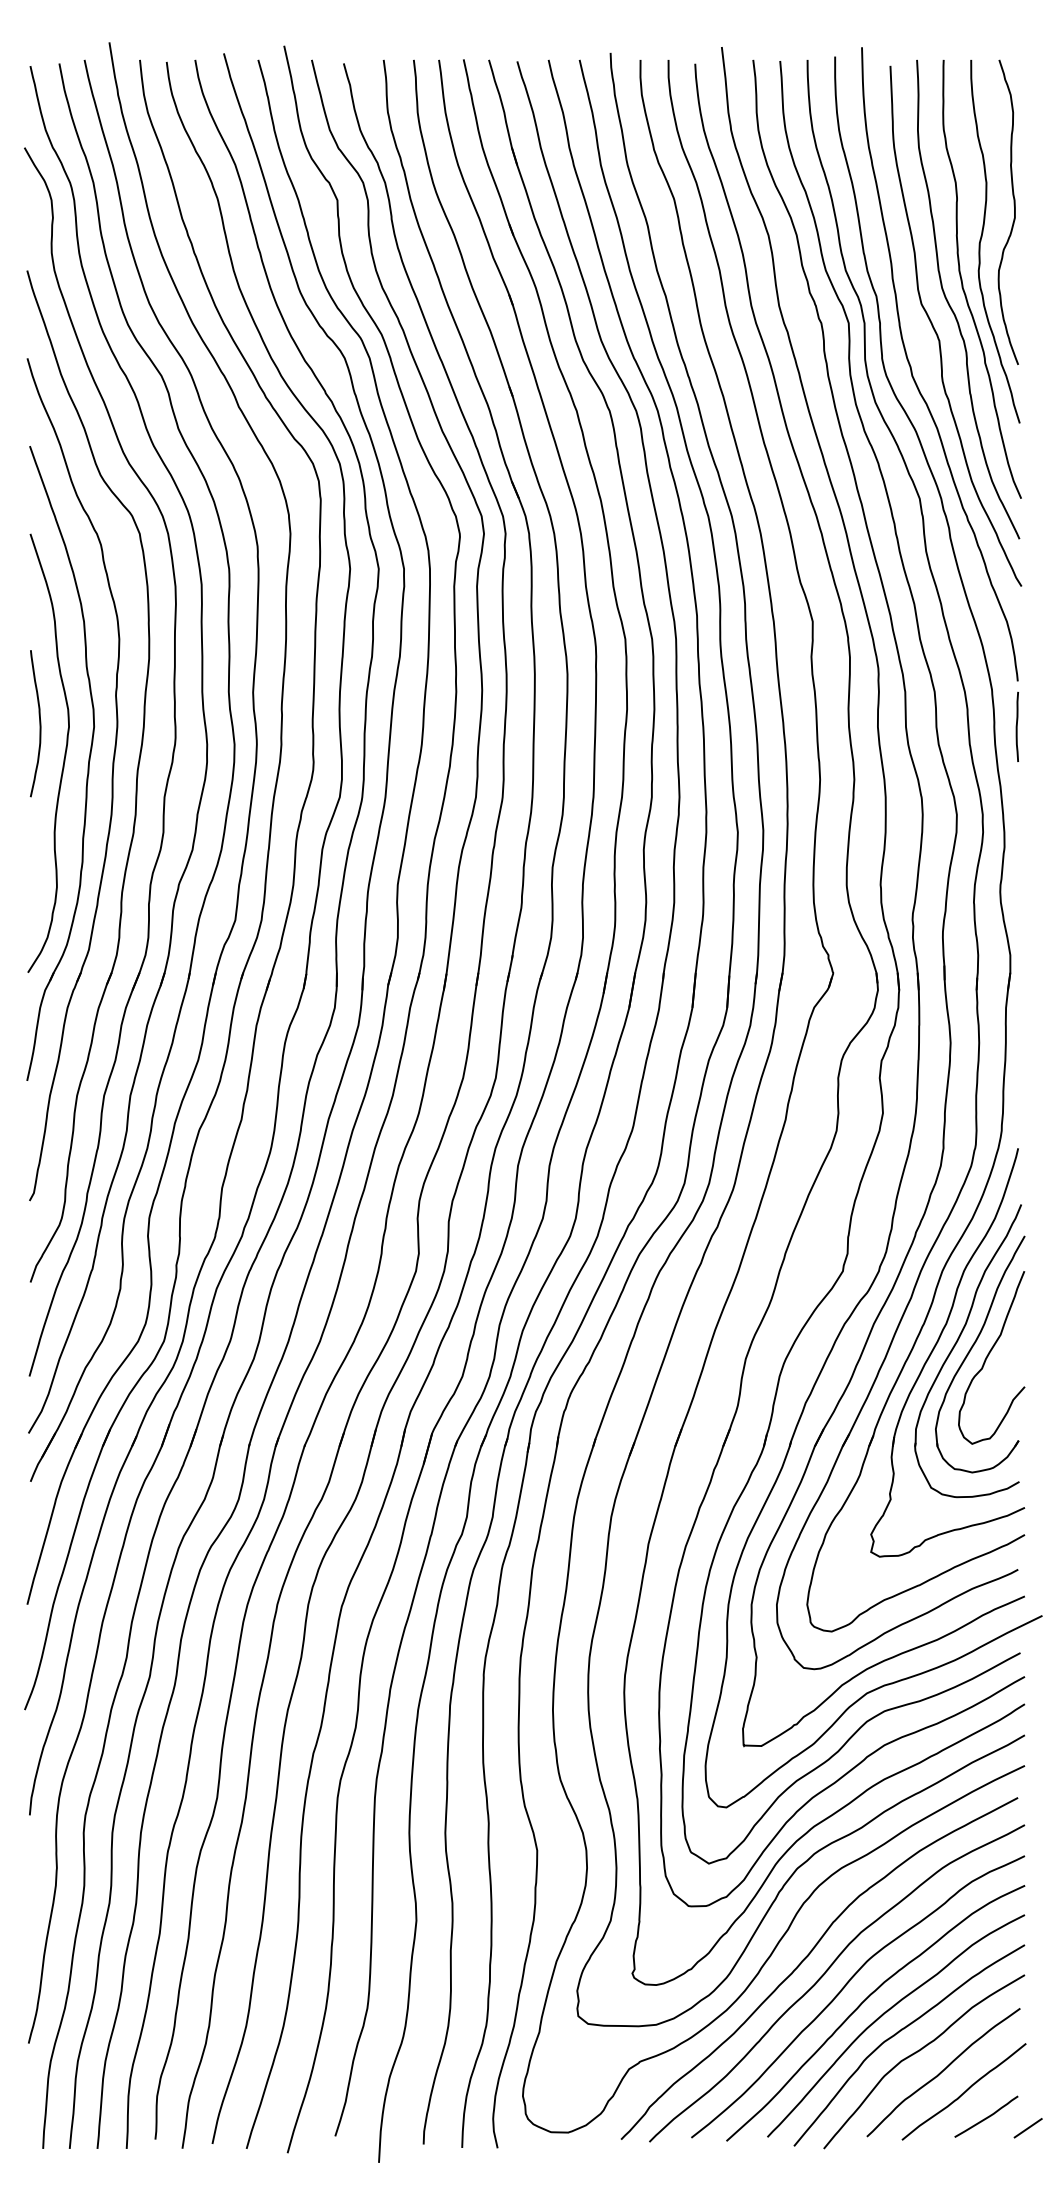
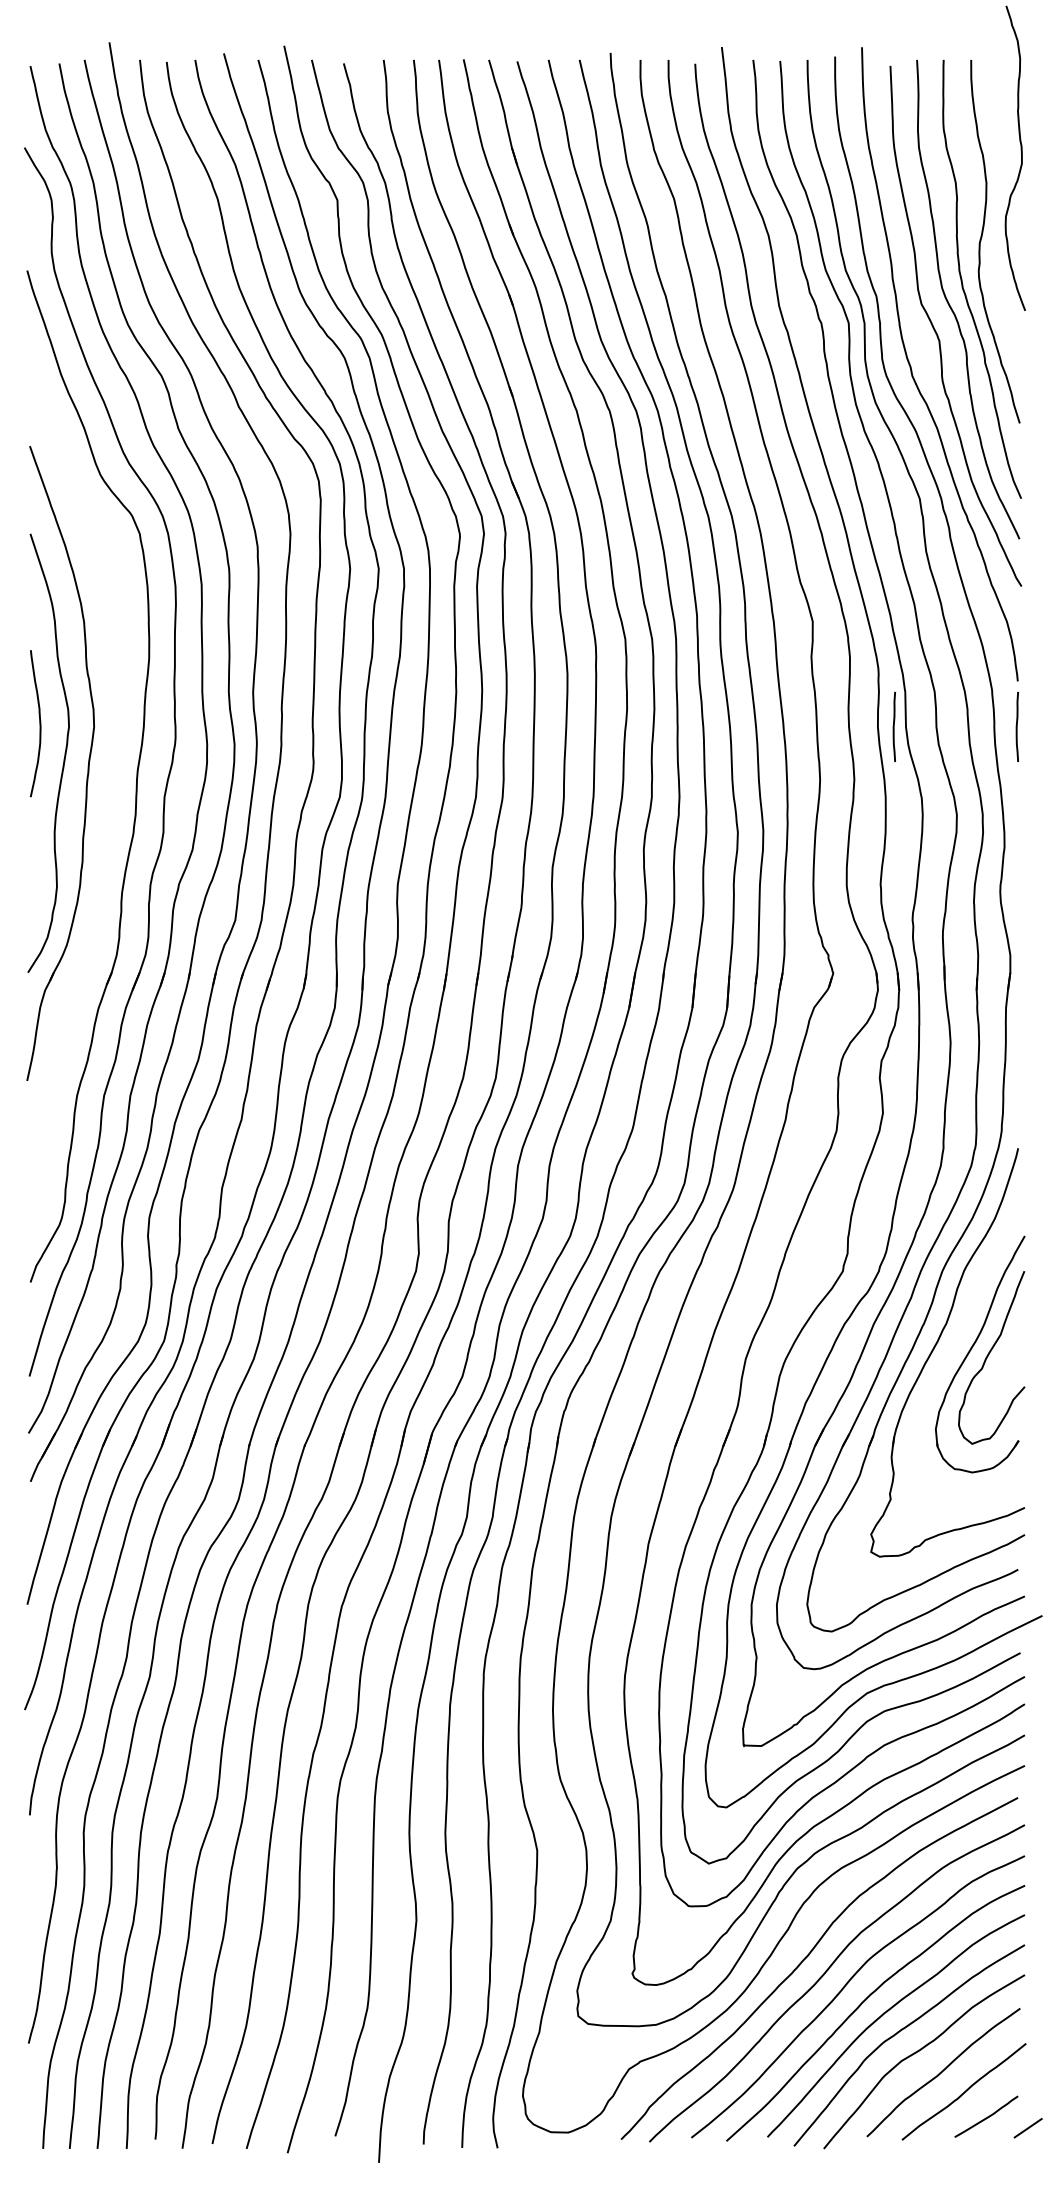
curve at (1014, 211) position: (1014, 211) -> (1021, 157)
line at (893, 726): none -> present
part at (111, 779): present -> none
part at (955, 1346): present -> none
